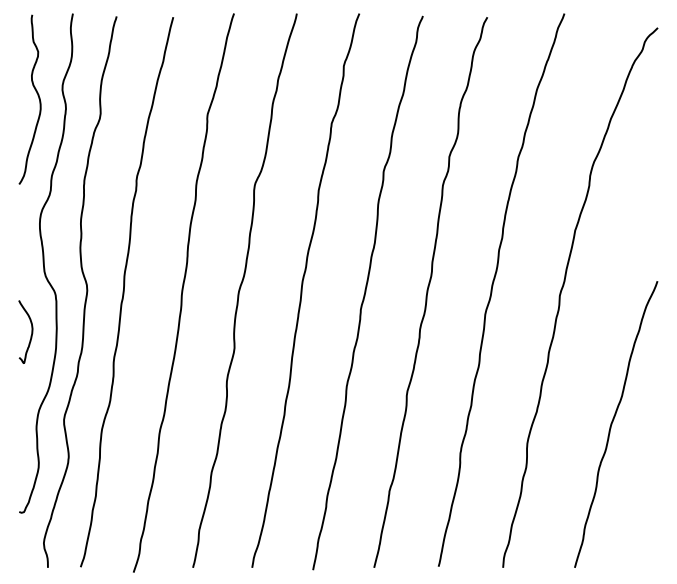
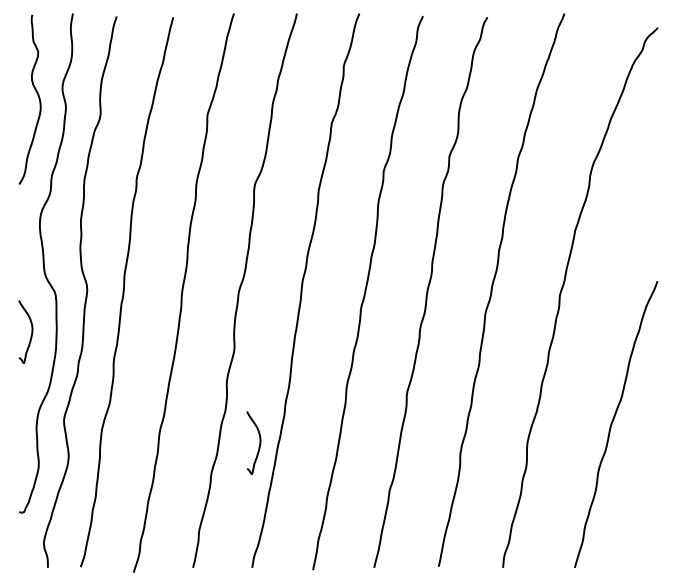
curve at (259, 442): none -> present
